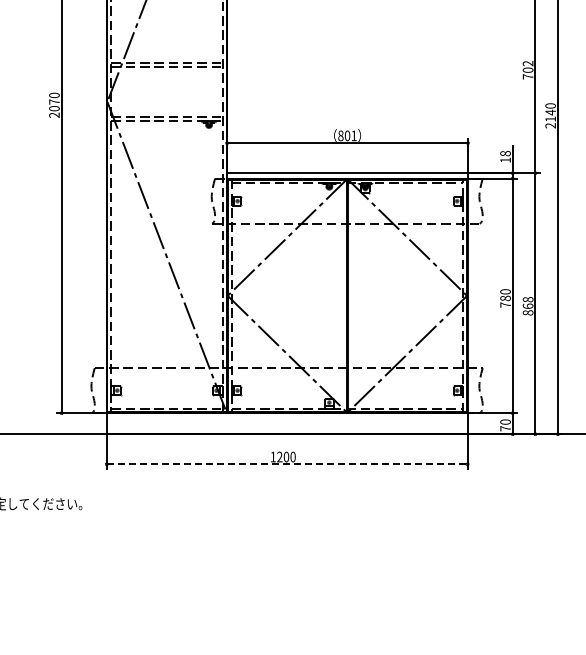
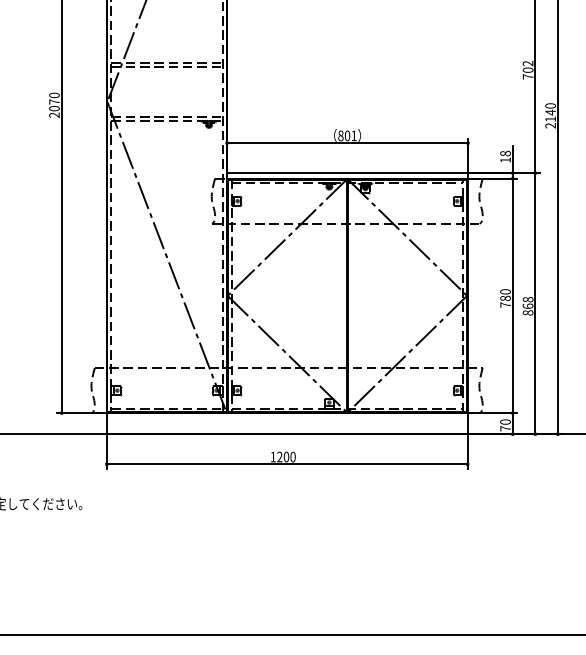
line at (287, 464): dashed -> solid
line at (292, 635): none -> present
